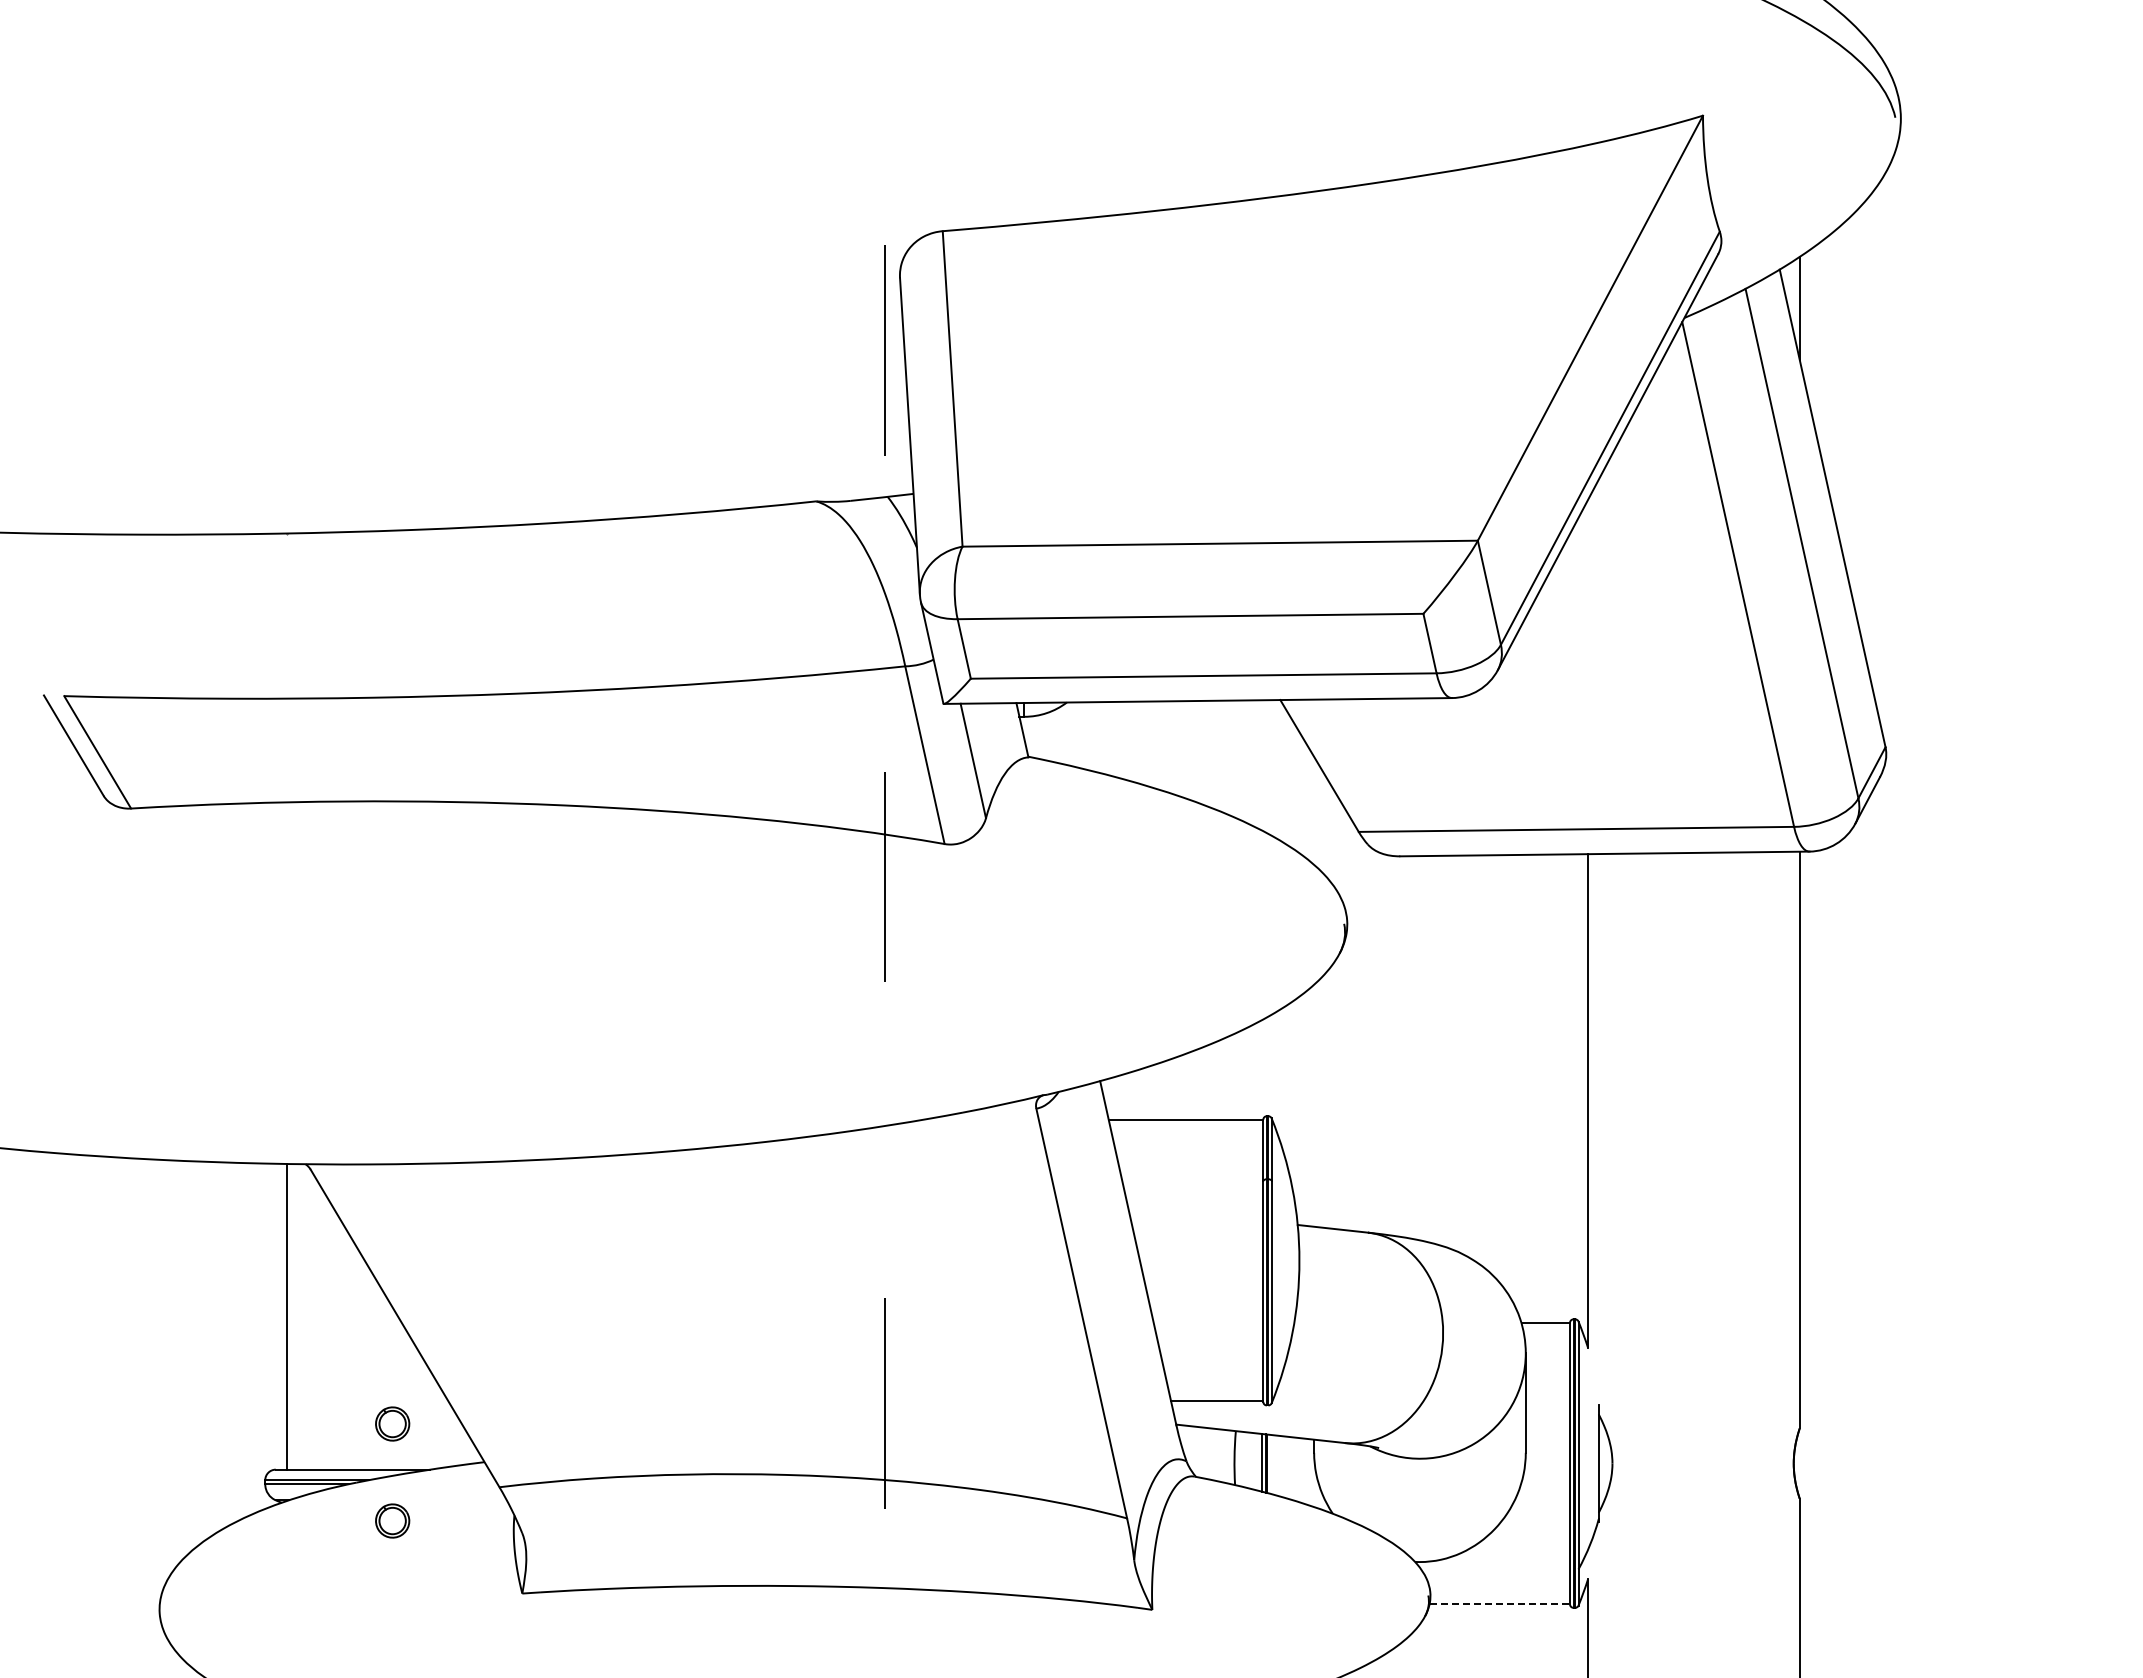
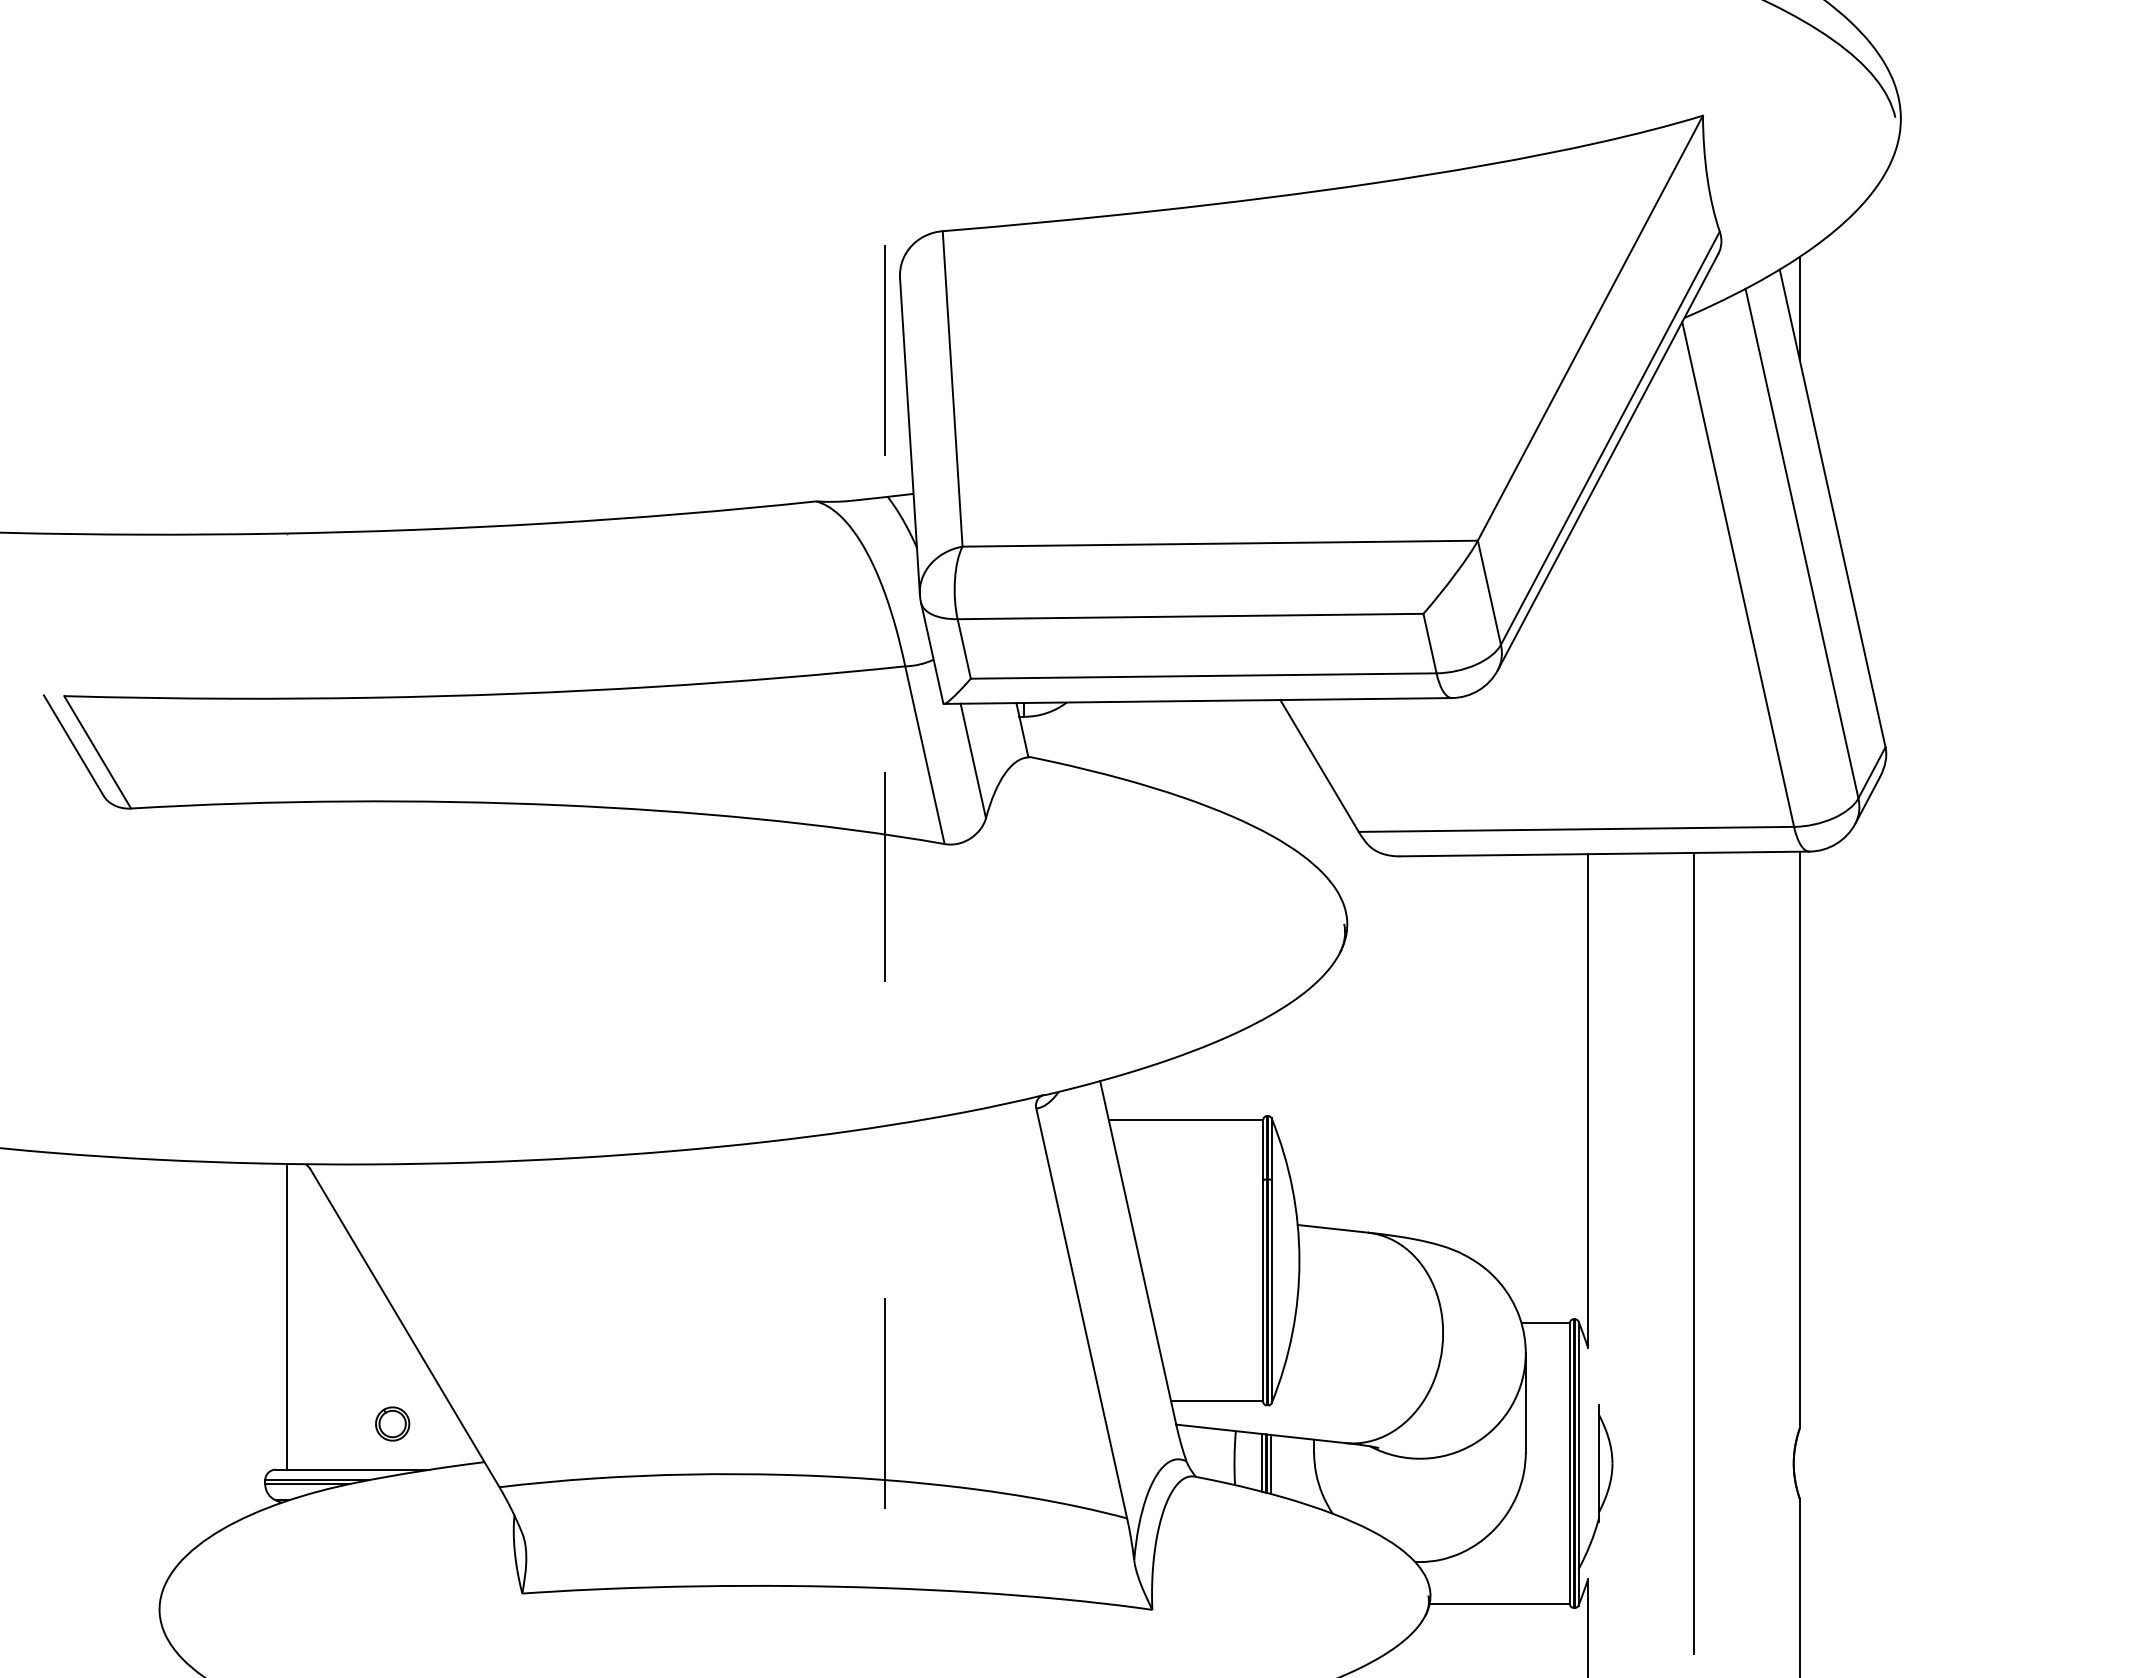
line at (1693, 1253): none -> present
line at (1270, 1463): none -> present
part at (392, 1520): present -> none
line at (1500, 1603): dashed -> solid
